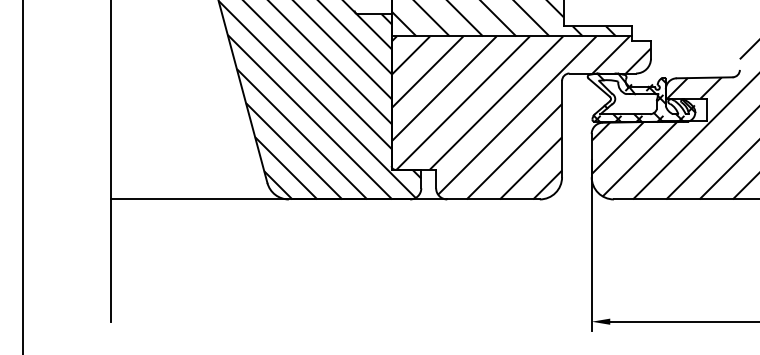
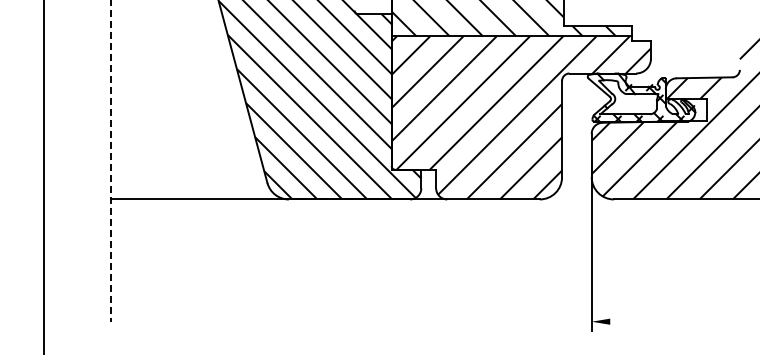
line at (111, 161): solid -> dashed
line at (22, 176) position: (22, 176) -> (43, 176)
line at (683, 321): present -> none
